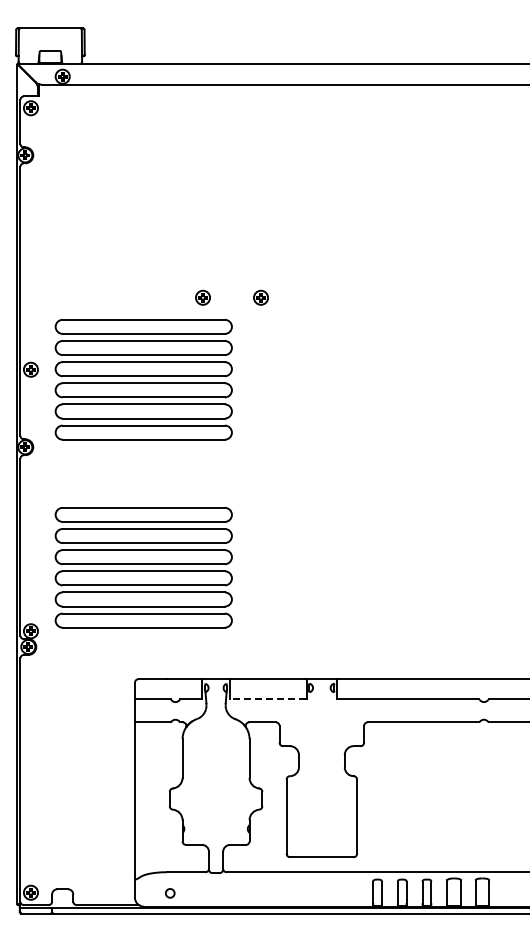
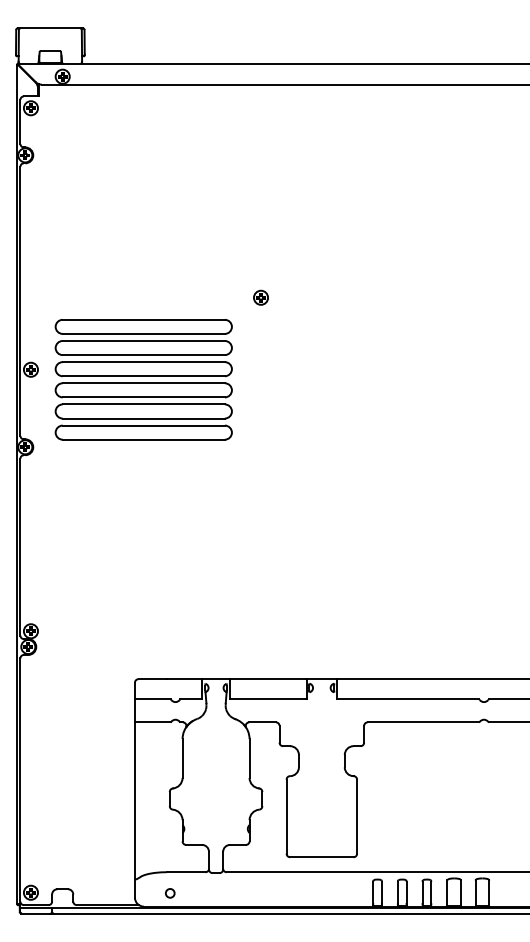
part at (202, 297): present -> none
part at (143, 567): present -> none
line at (267, 699): dashed -> solid
